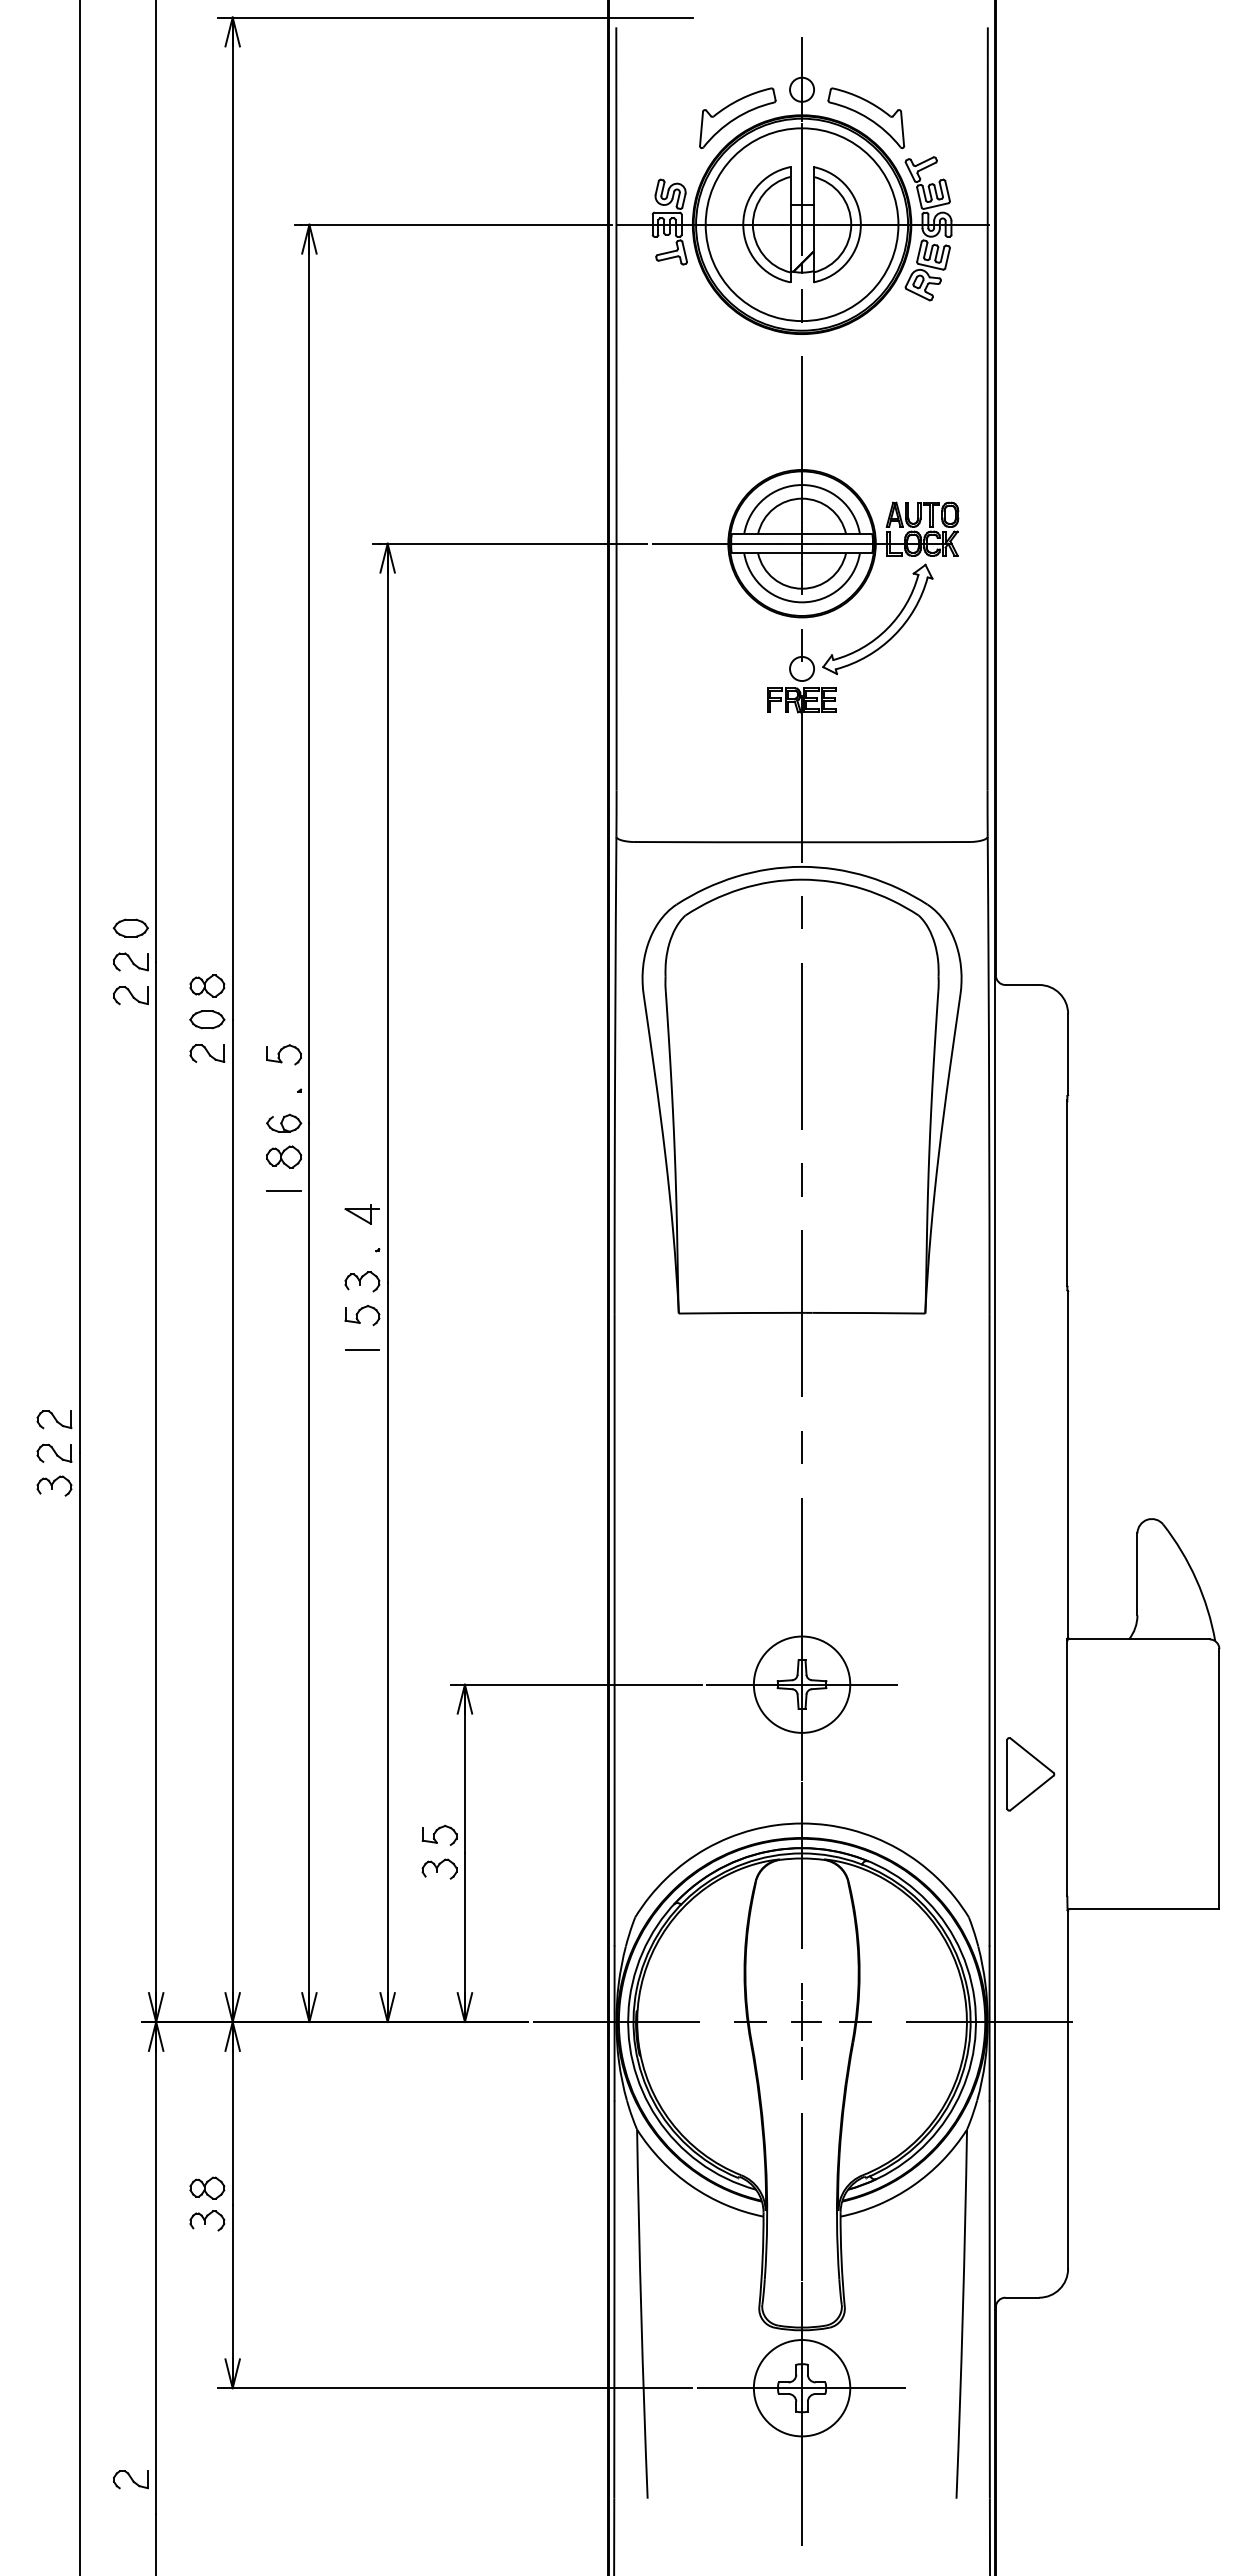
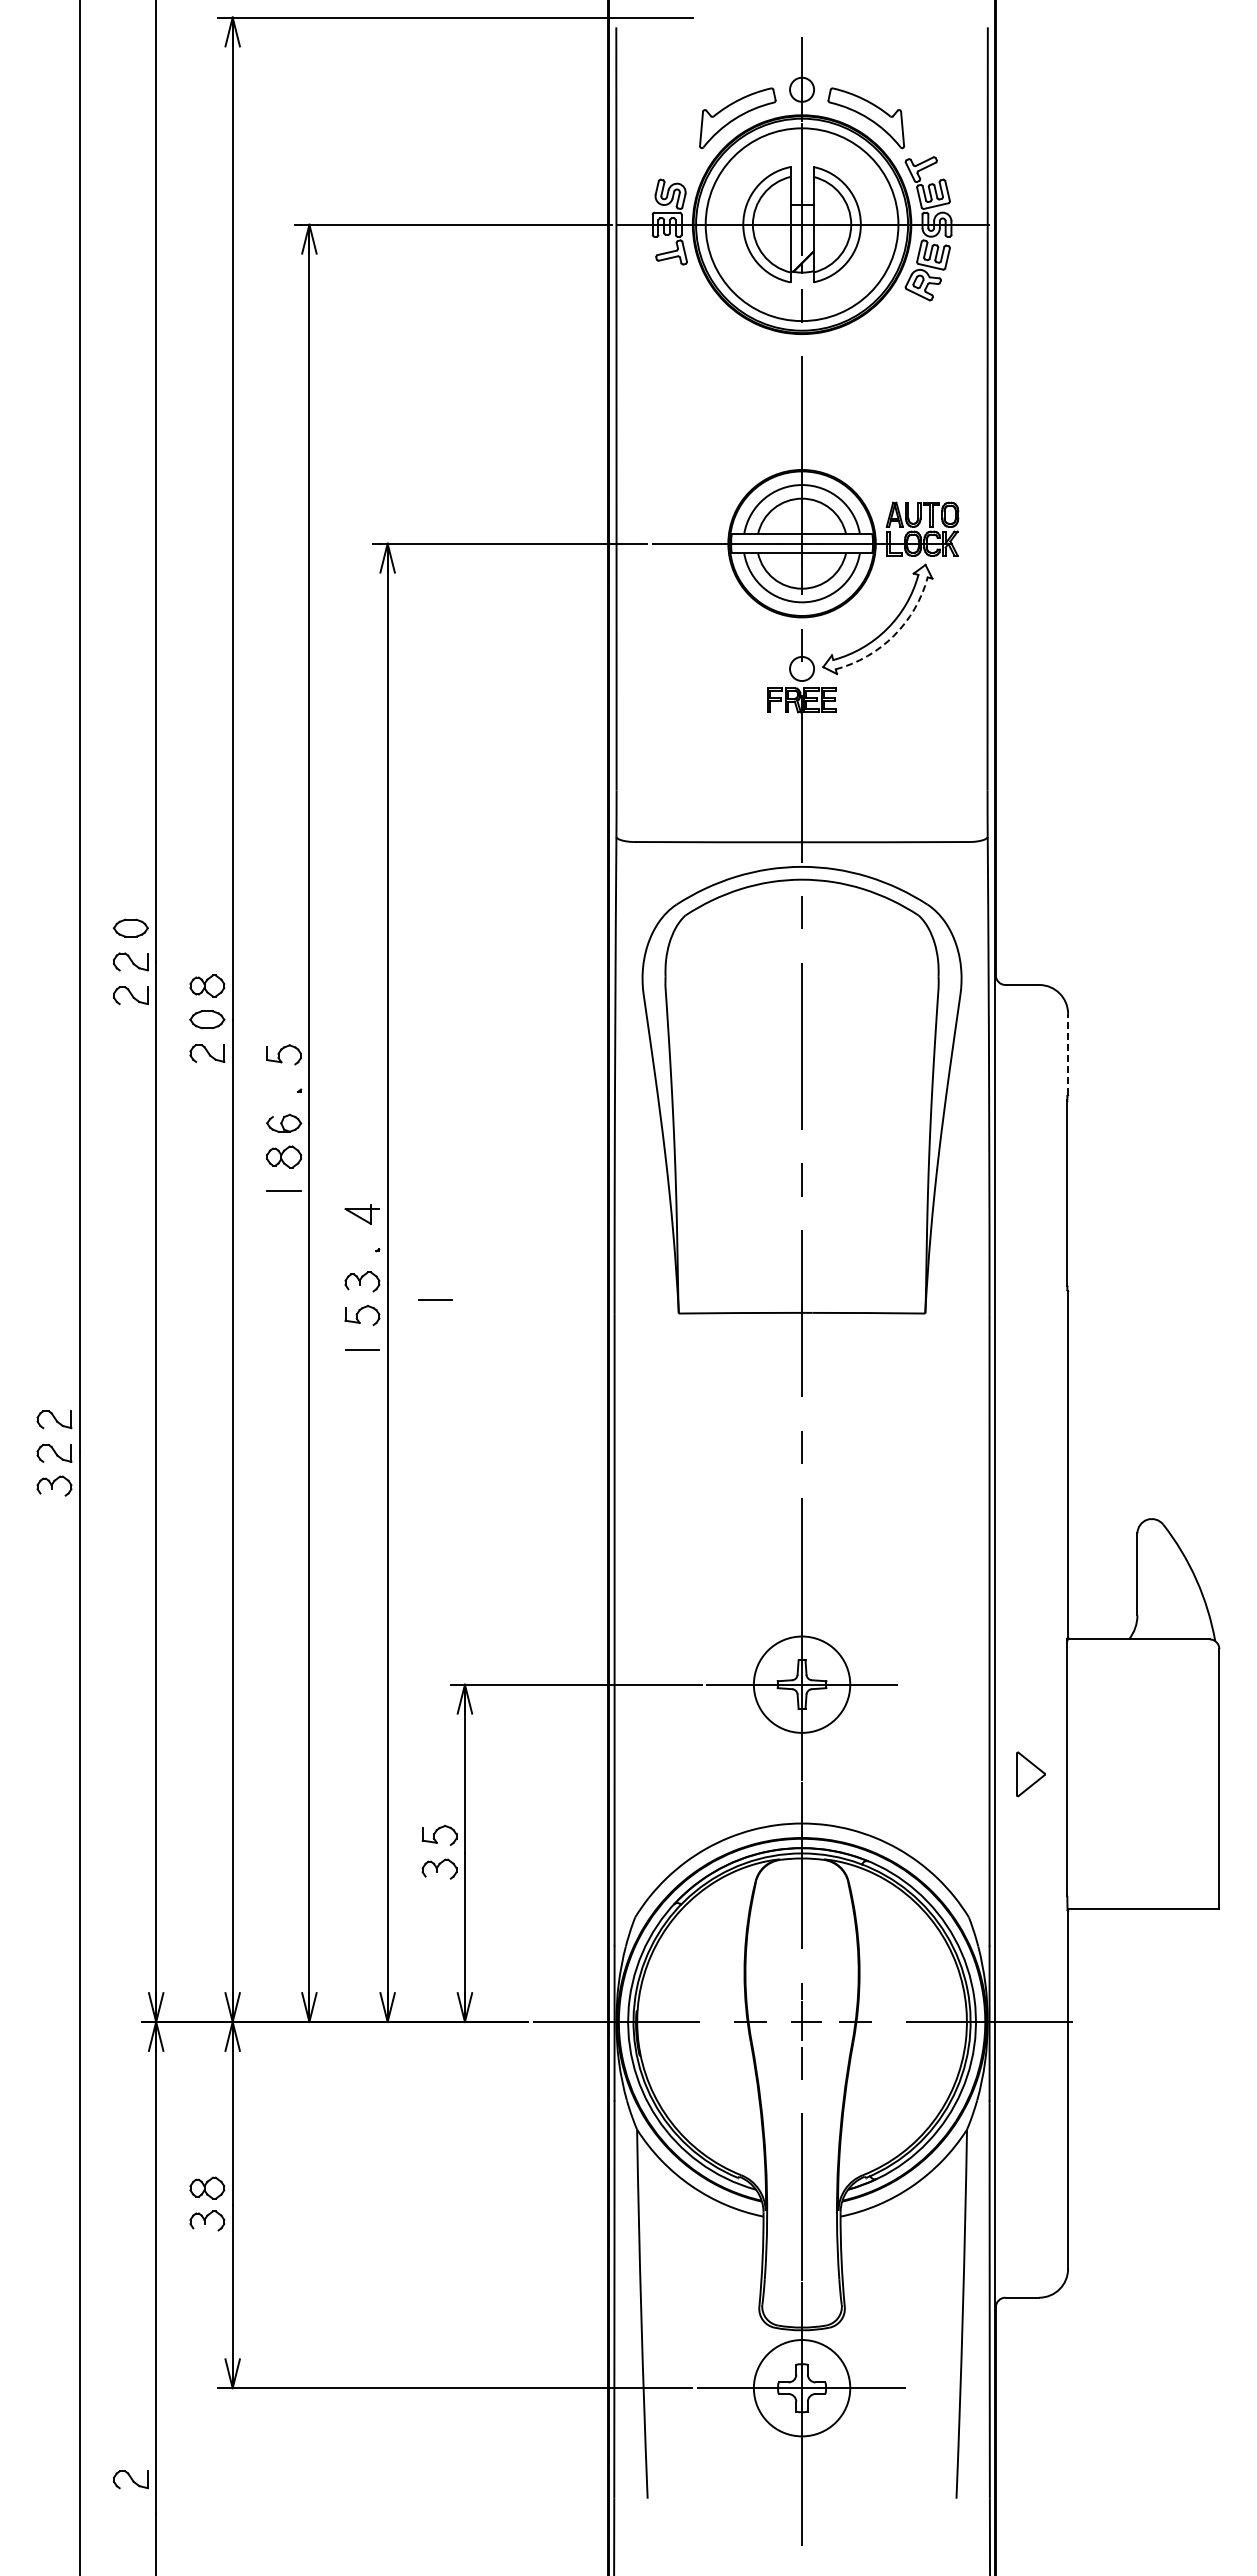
arc at (894, 635): solid -> dashed
line at (1068, 1054): solid -> dashed
line at (435, 1299): none -> present
part at (1030, 1774) size: 50x75 px -> 30x47 px
